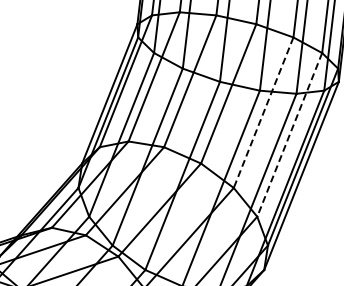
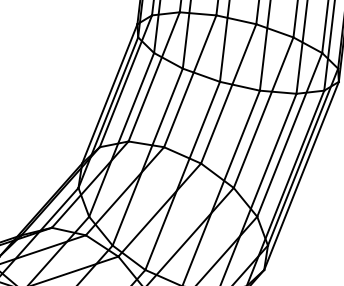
line at (263, 112): dashed -> solid
line at (289, 135): dashed -> solid
